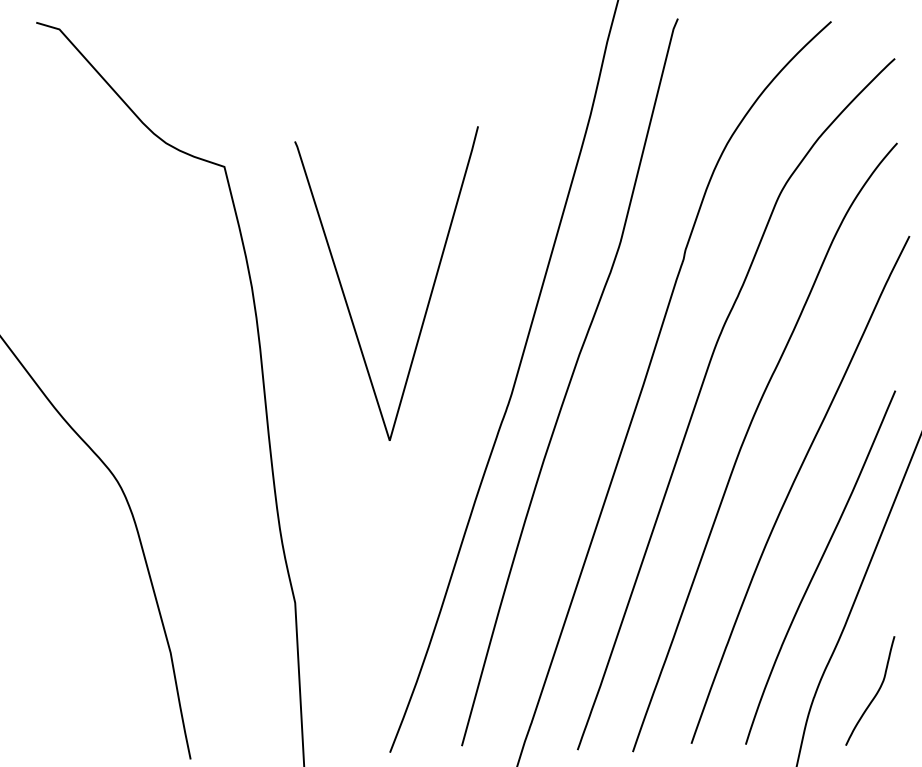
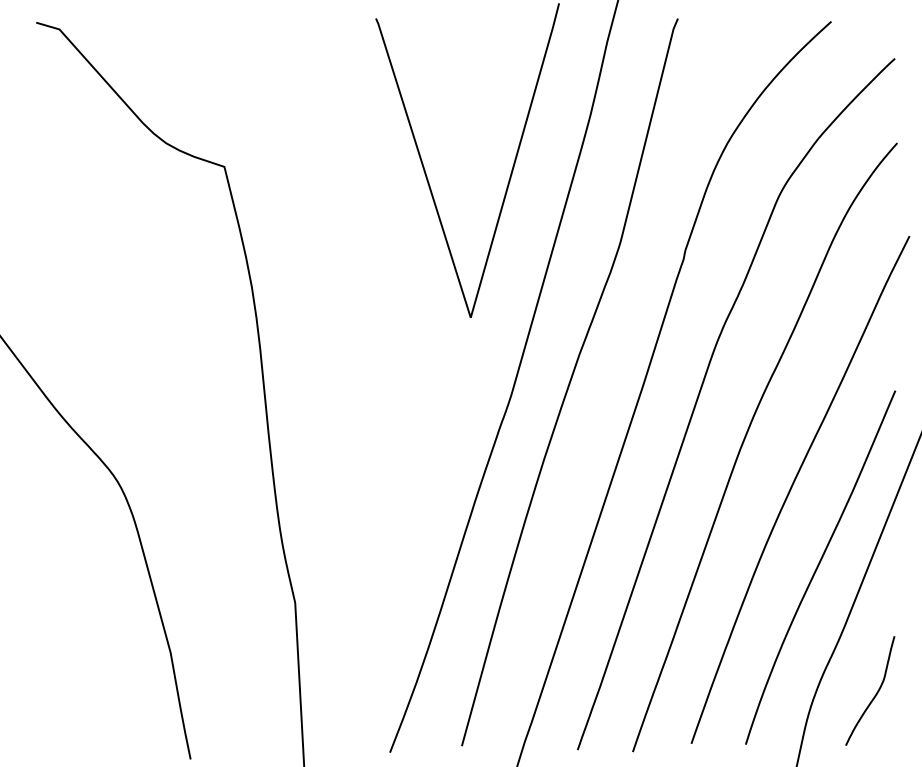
line at (344, 292) position: (344, 292) -> (425, 169)
